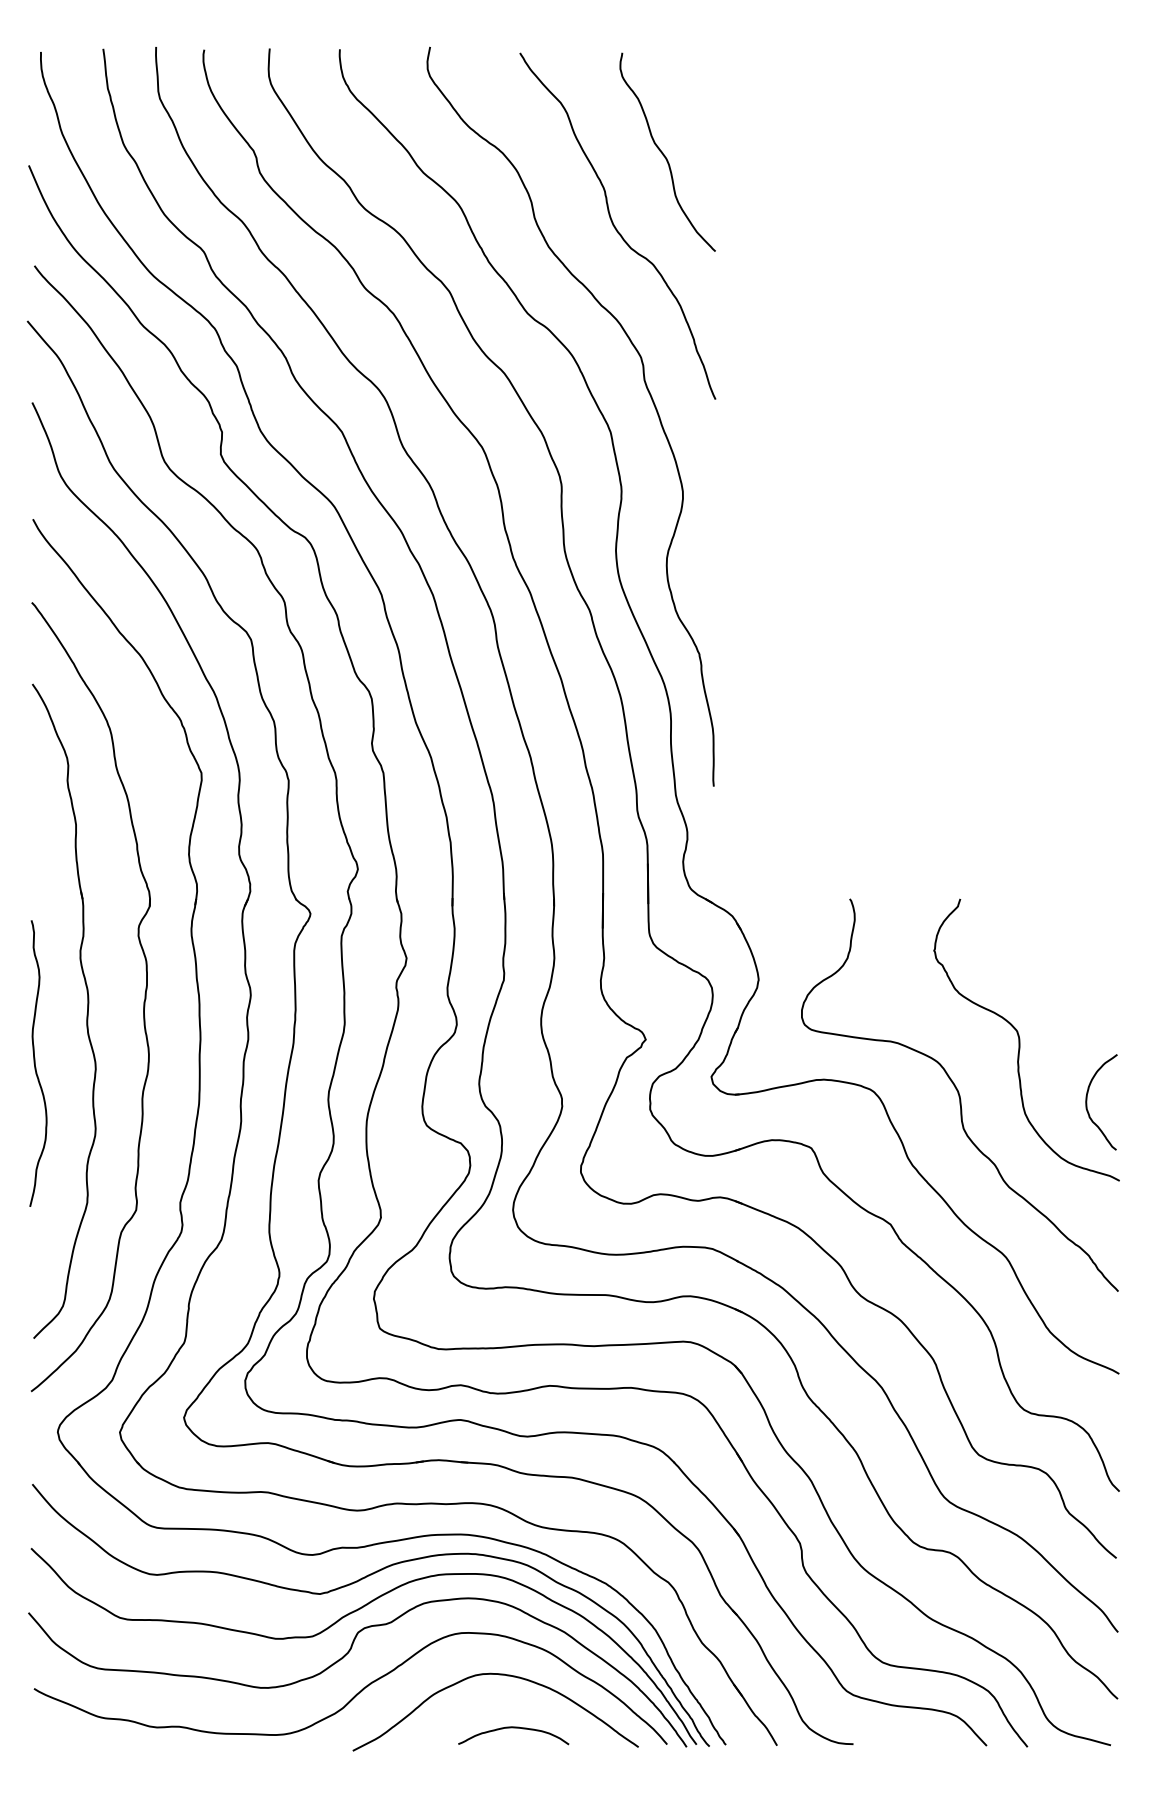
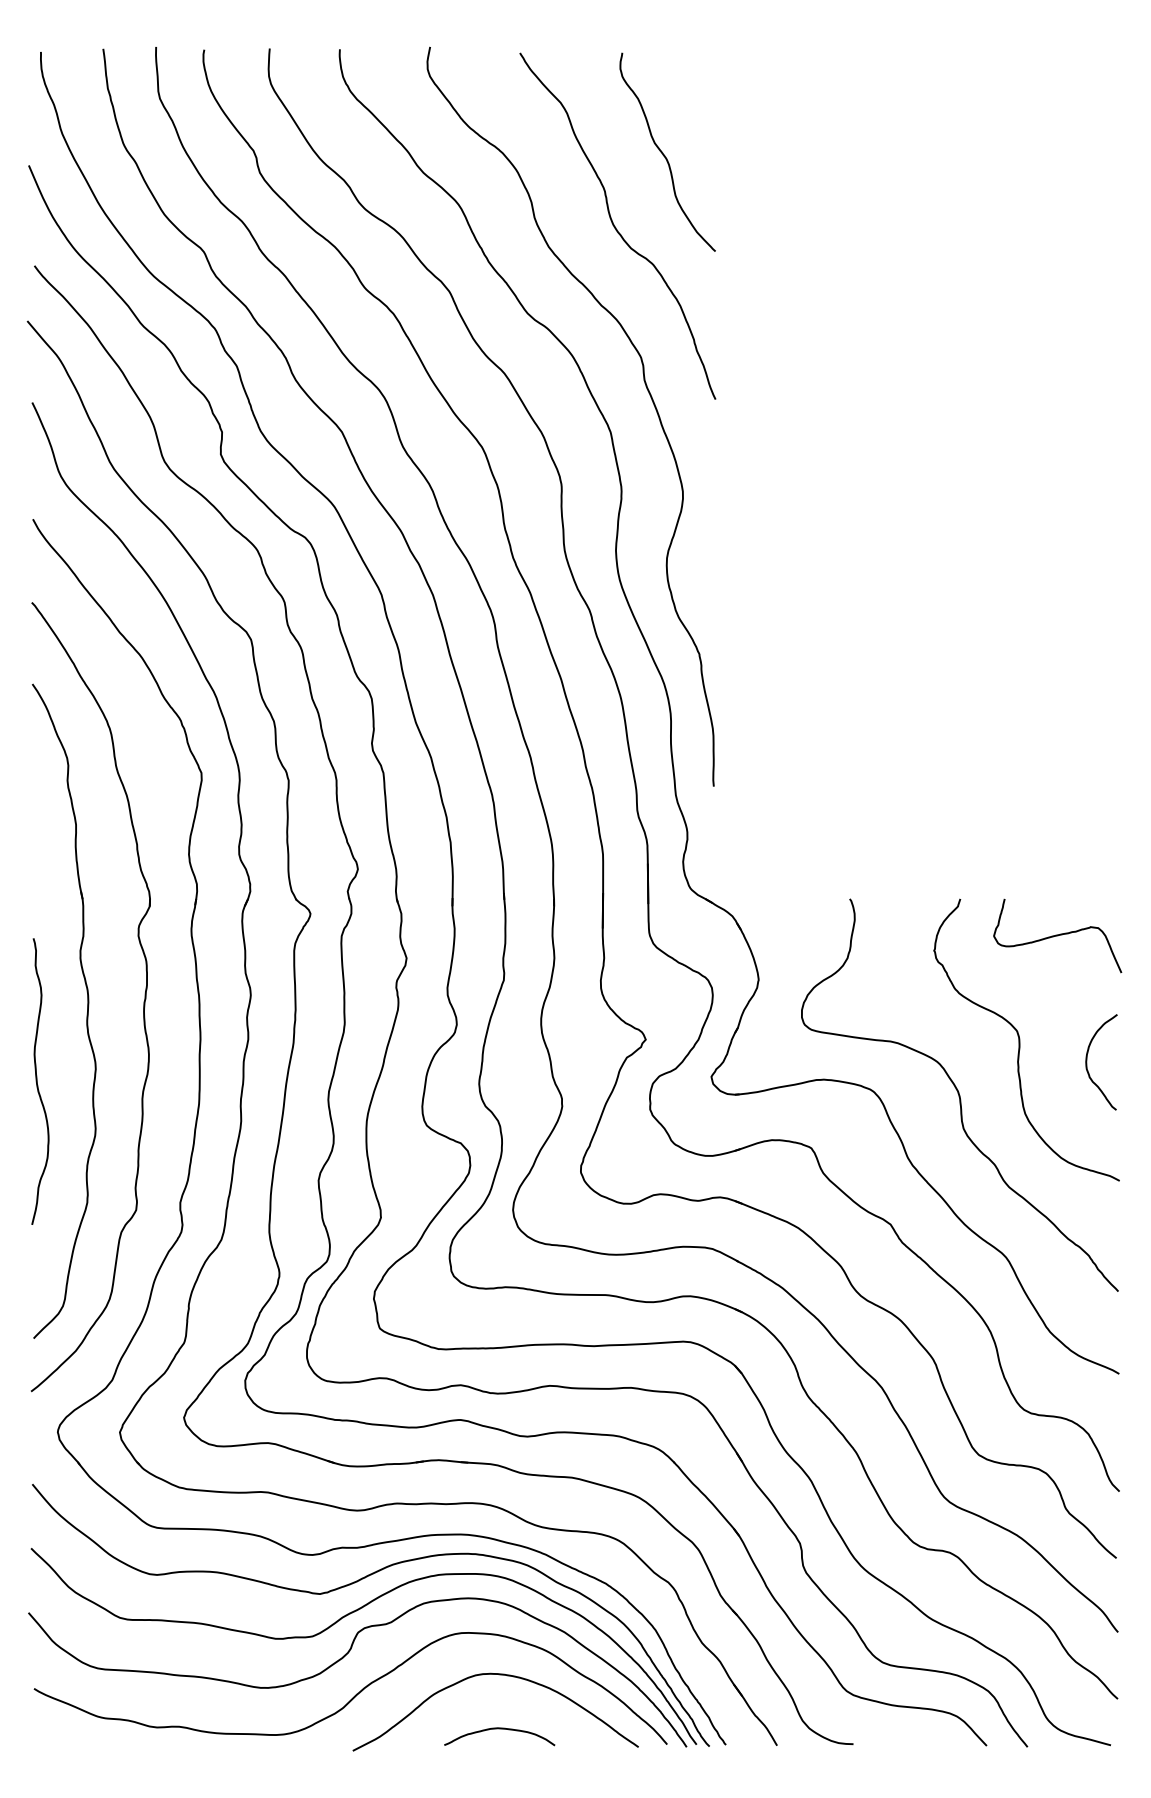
curve at (1057, 935): none -> present
curve at (35, 1063) position: (35, 1063) -> (37, 1081)
curve at (1087, 1102) position: (1087, 1102) -> (1087, 1062)
curve at (513, 1728) position: (513, 1728) -> (499, 1729)
